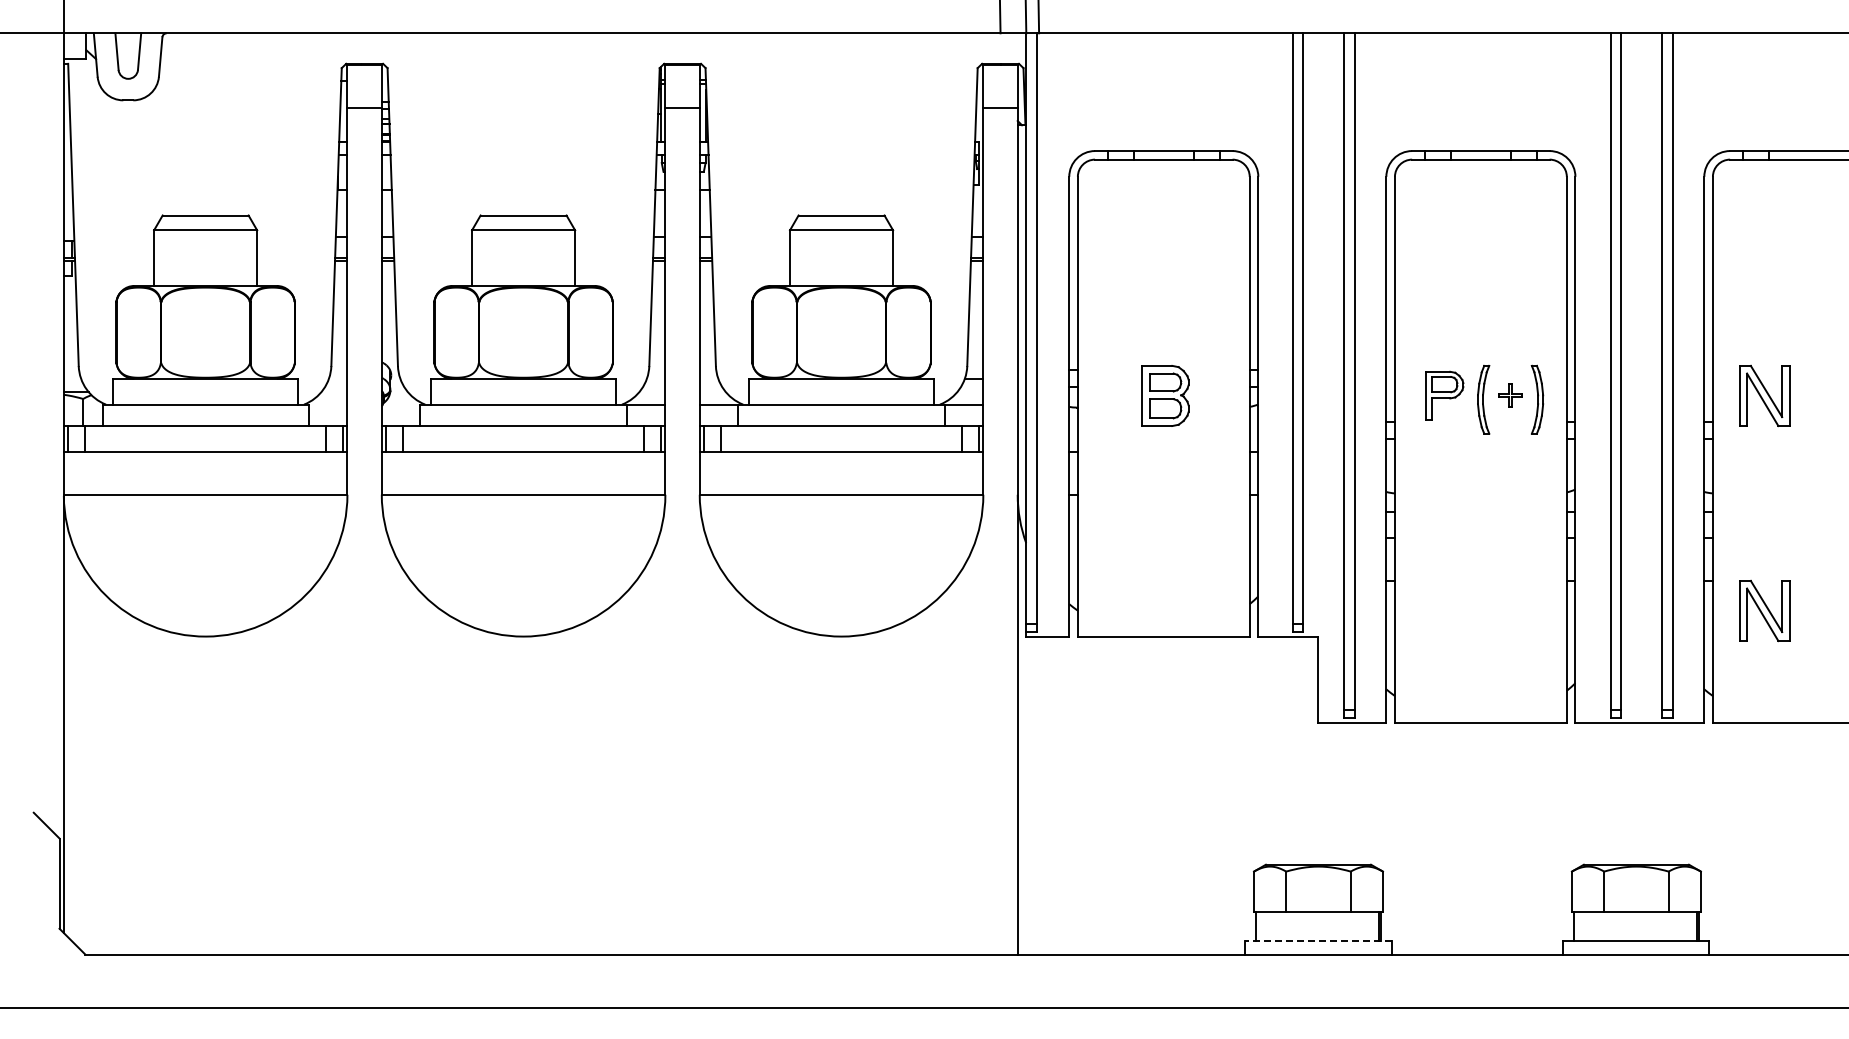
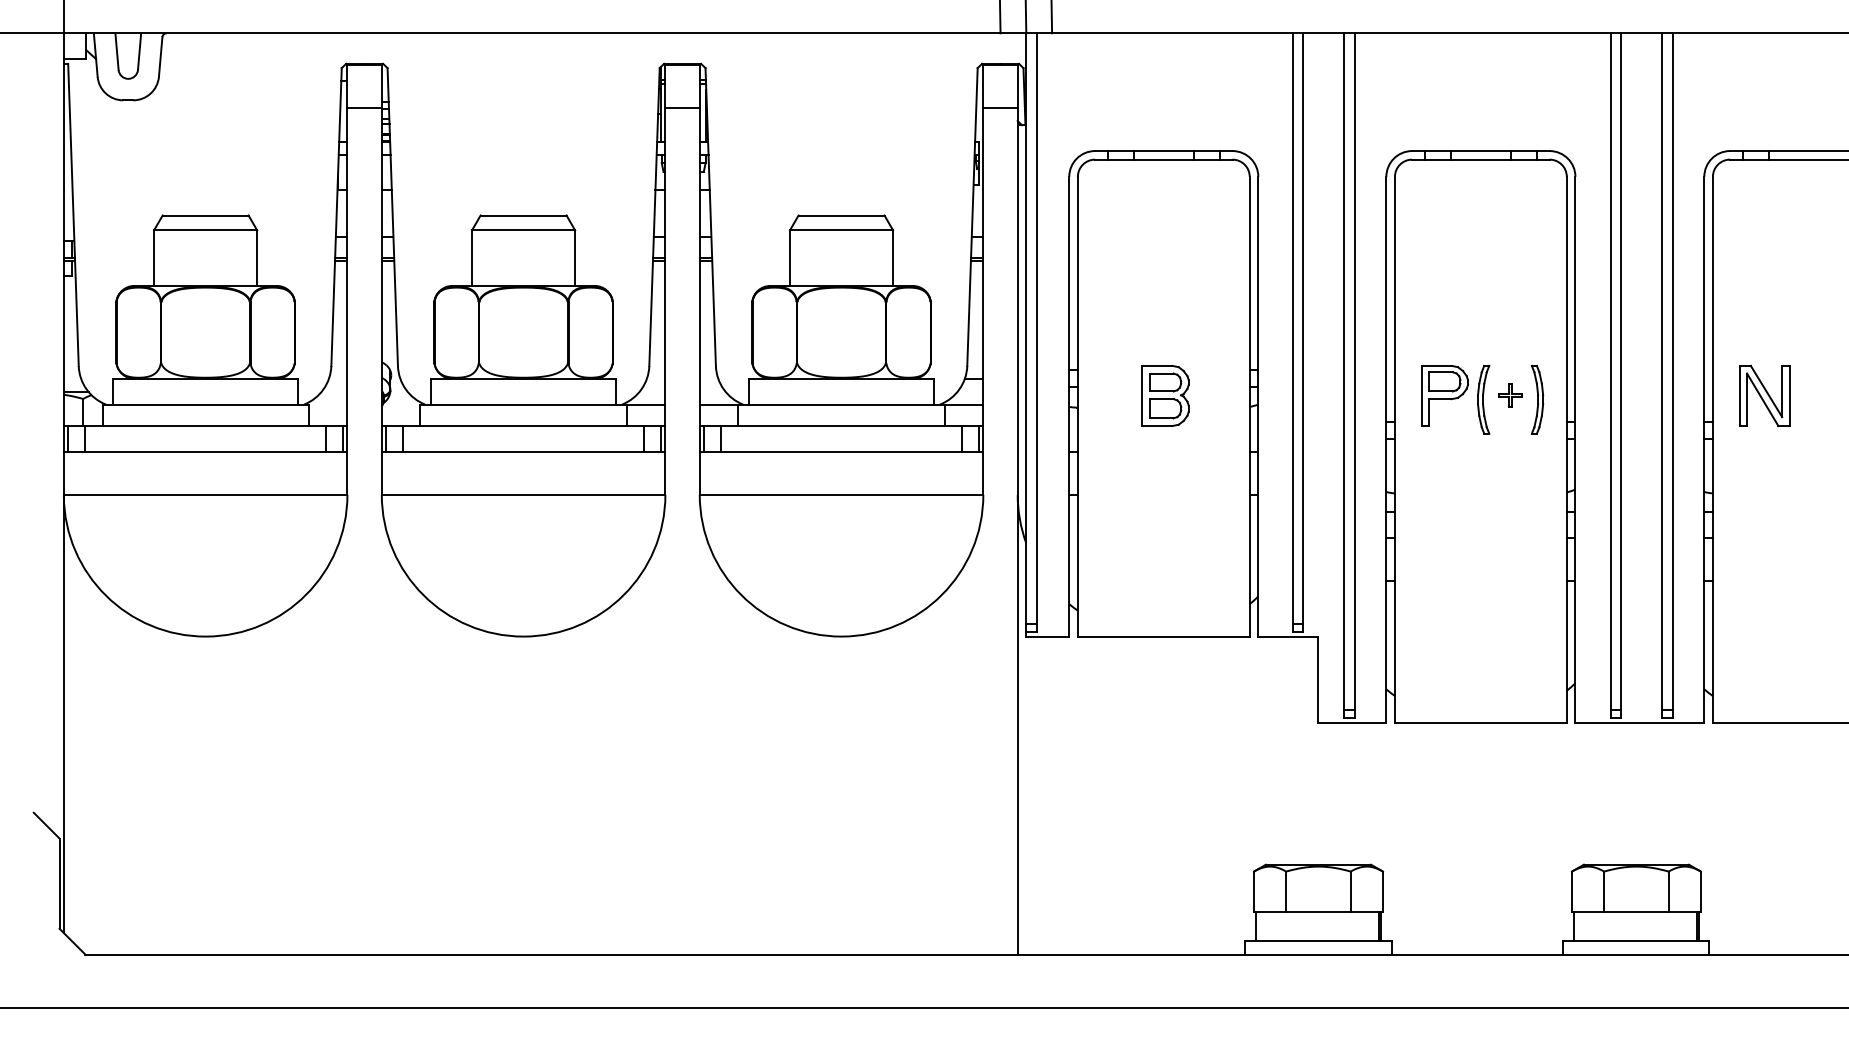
line at (1038, 17) position: (1038, 17) -> (1051, 17)
part at (1444, 395) size: 40x51 px -> 48x63 px
part at (1764, 610): present -> none
line at (1317, 940): dashed -> solid
